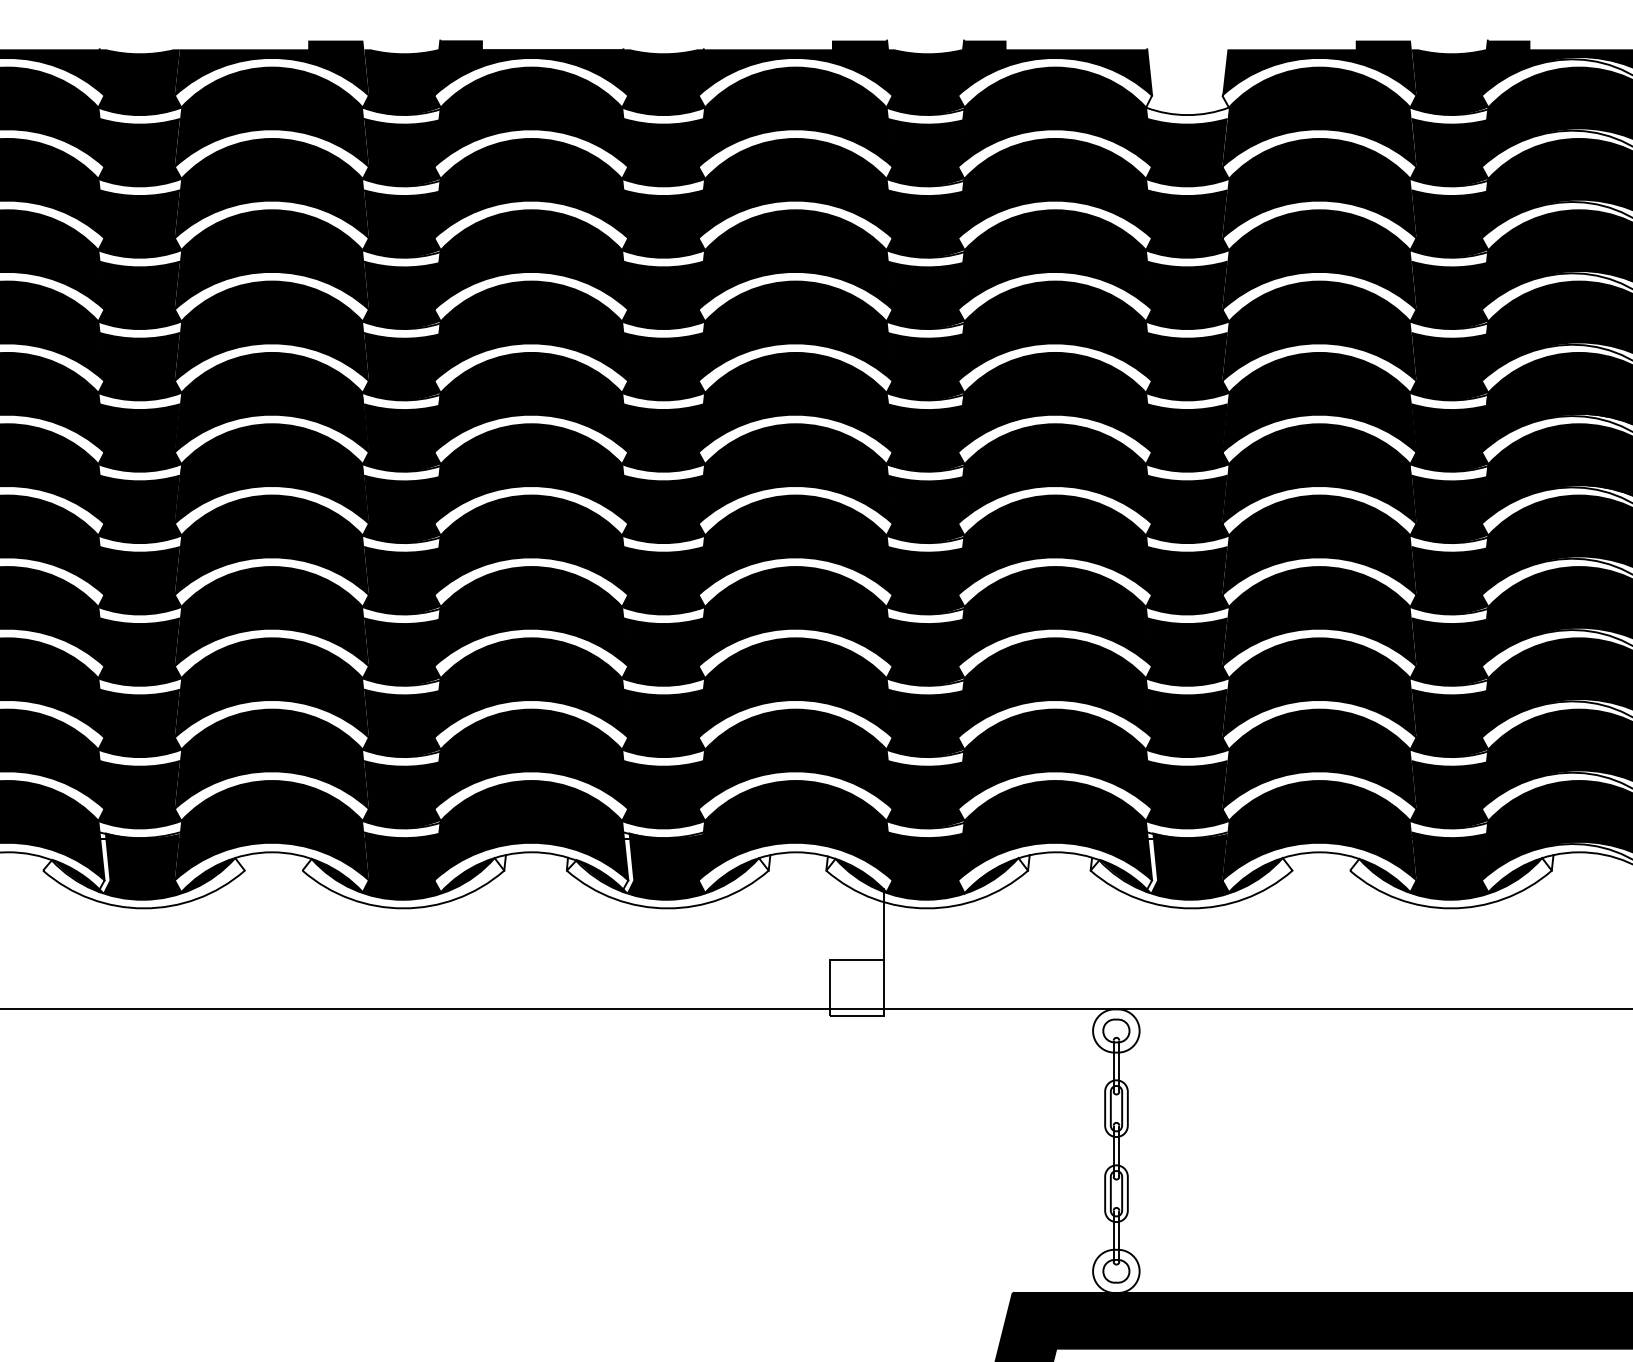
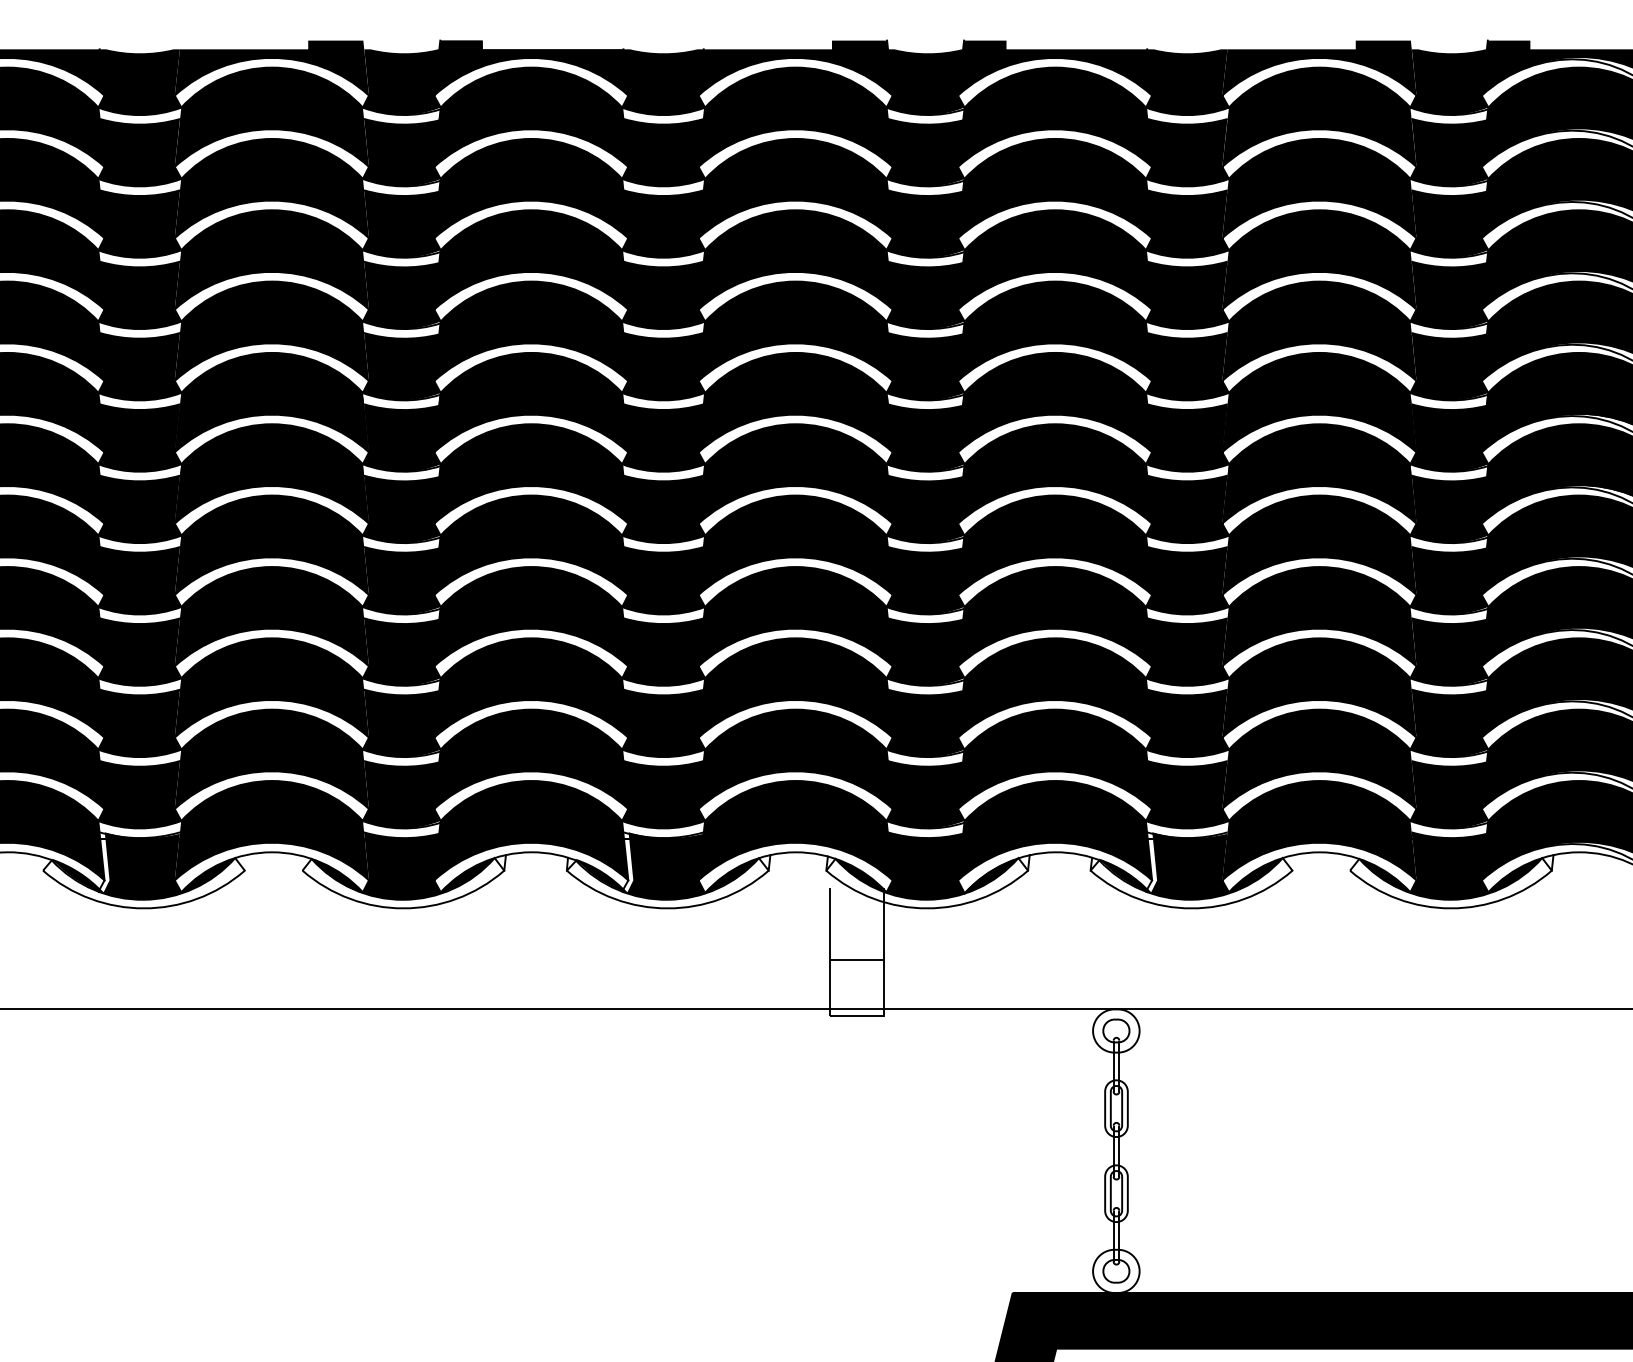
fill at (1187, 82): none -> present
line at (829, 924): none -> present
